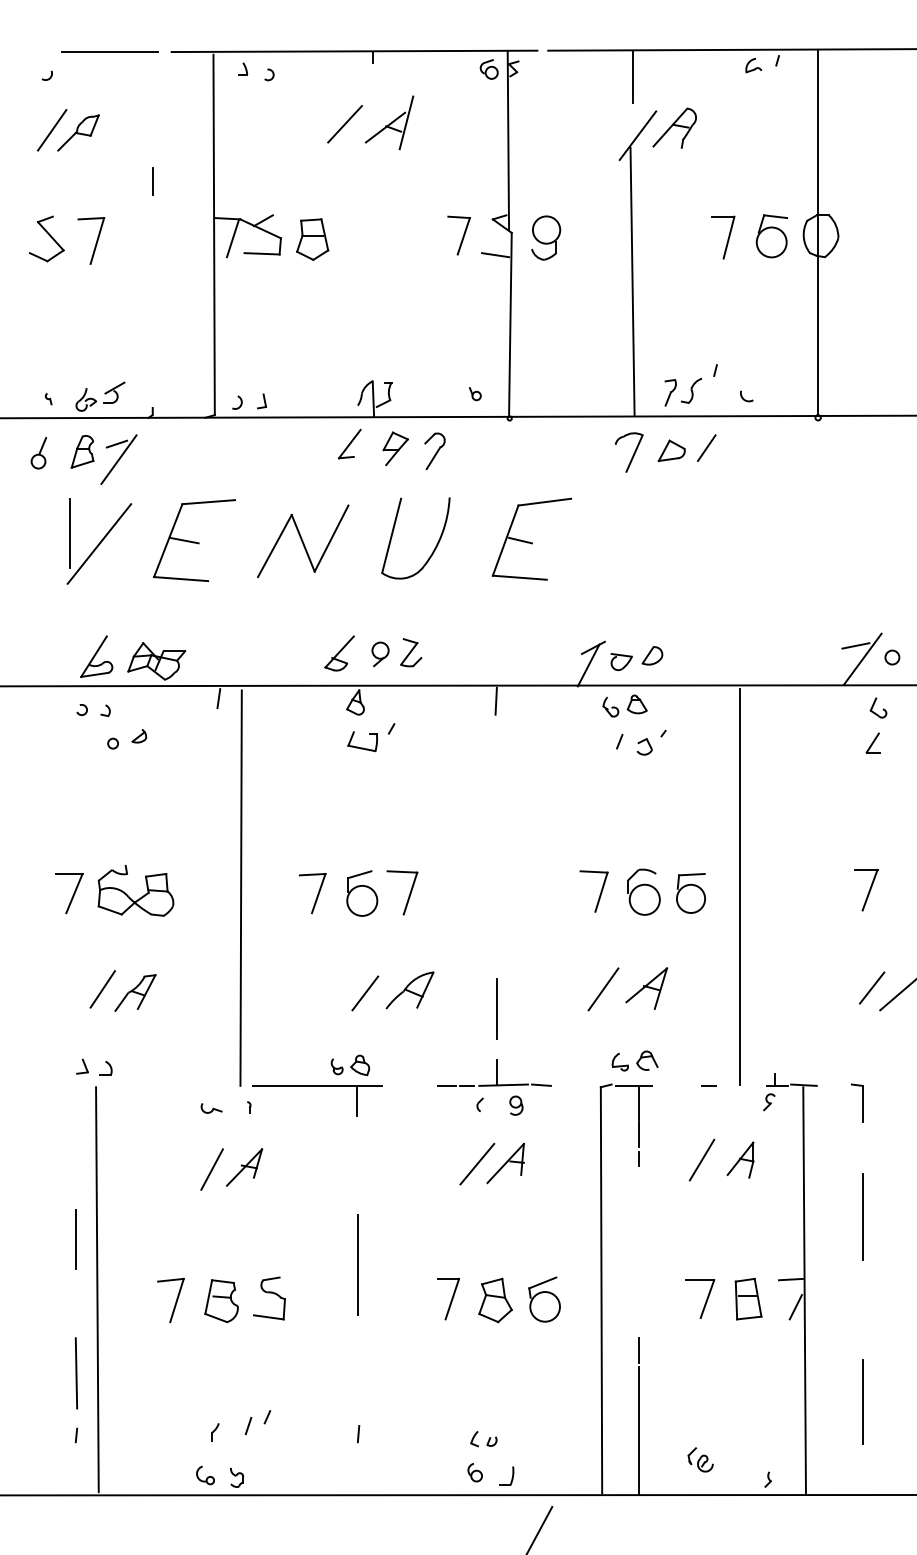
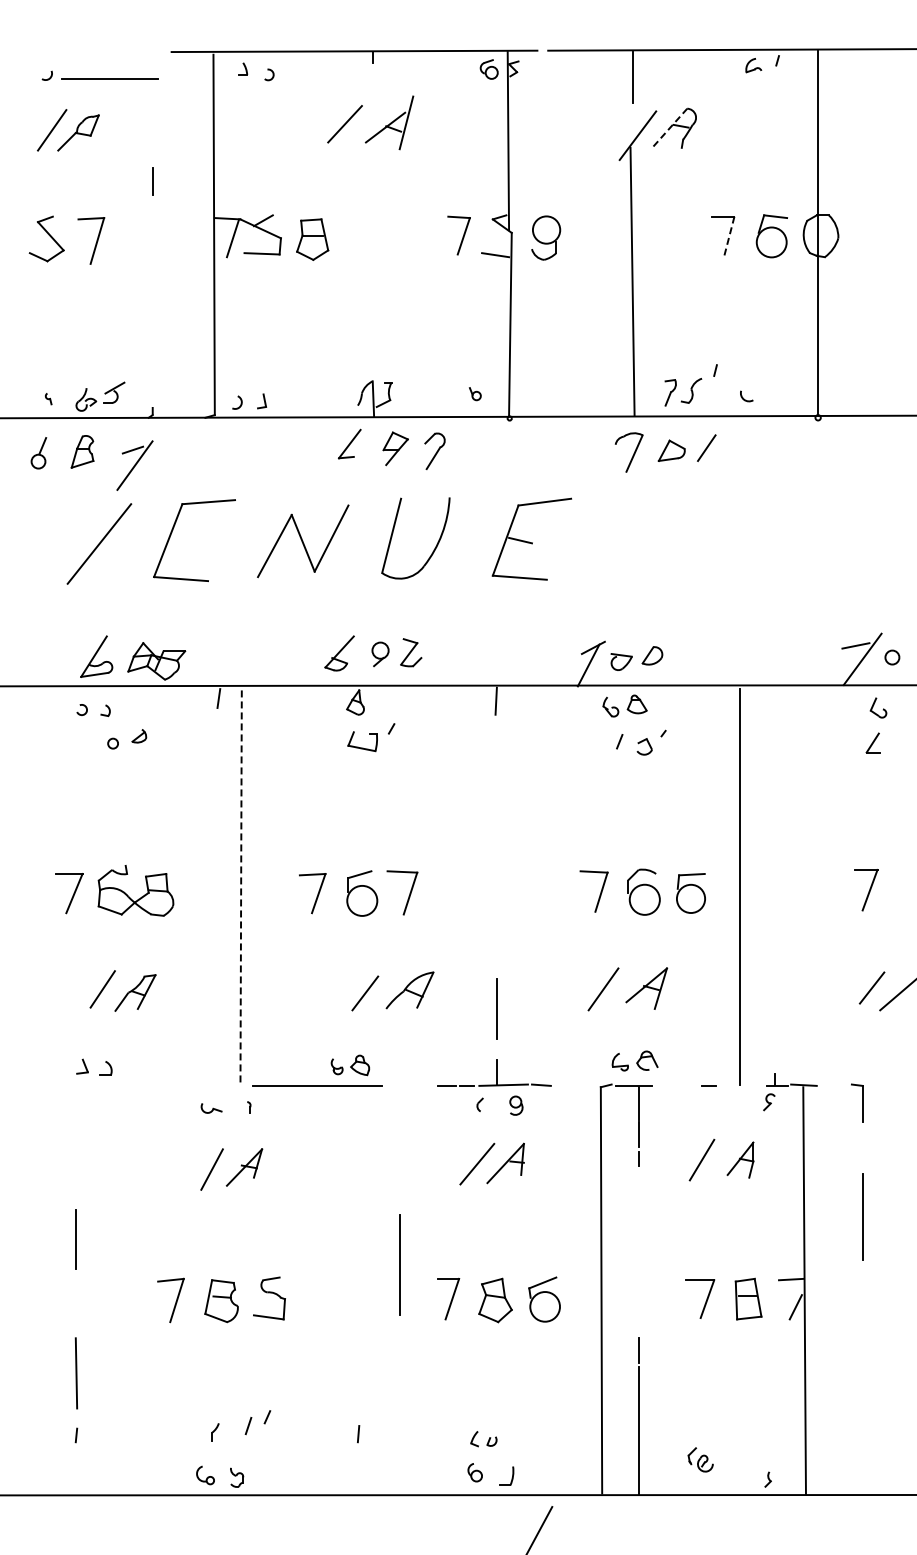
line at (109, 51) position: (109, 51) -> (109, 78)
line at (670, 127): solid -> dashed
line at (729, 237): solid -> dashed
part at (118, 459) position: (118, 459) -> (134, 465)
line at (70, 532): present -> none
line at (184, 540): present -> none
line at (241, 888): solid -> dashed
line at (356, 1101): present -> none
line at (357, 1264) position: (357, 1264) -> (399, 1264)
line at (97, 1289): present -> none
line at (862, 1401): present -> none
